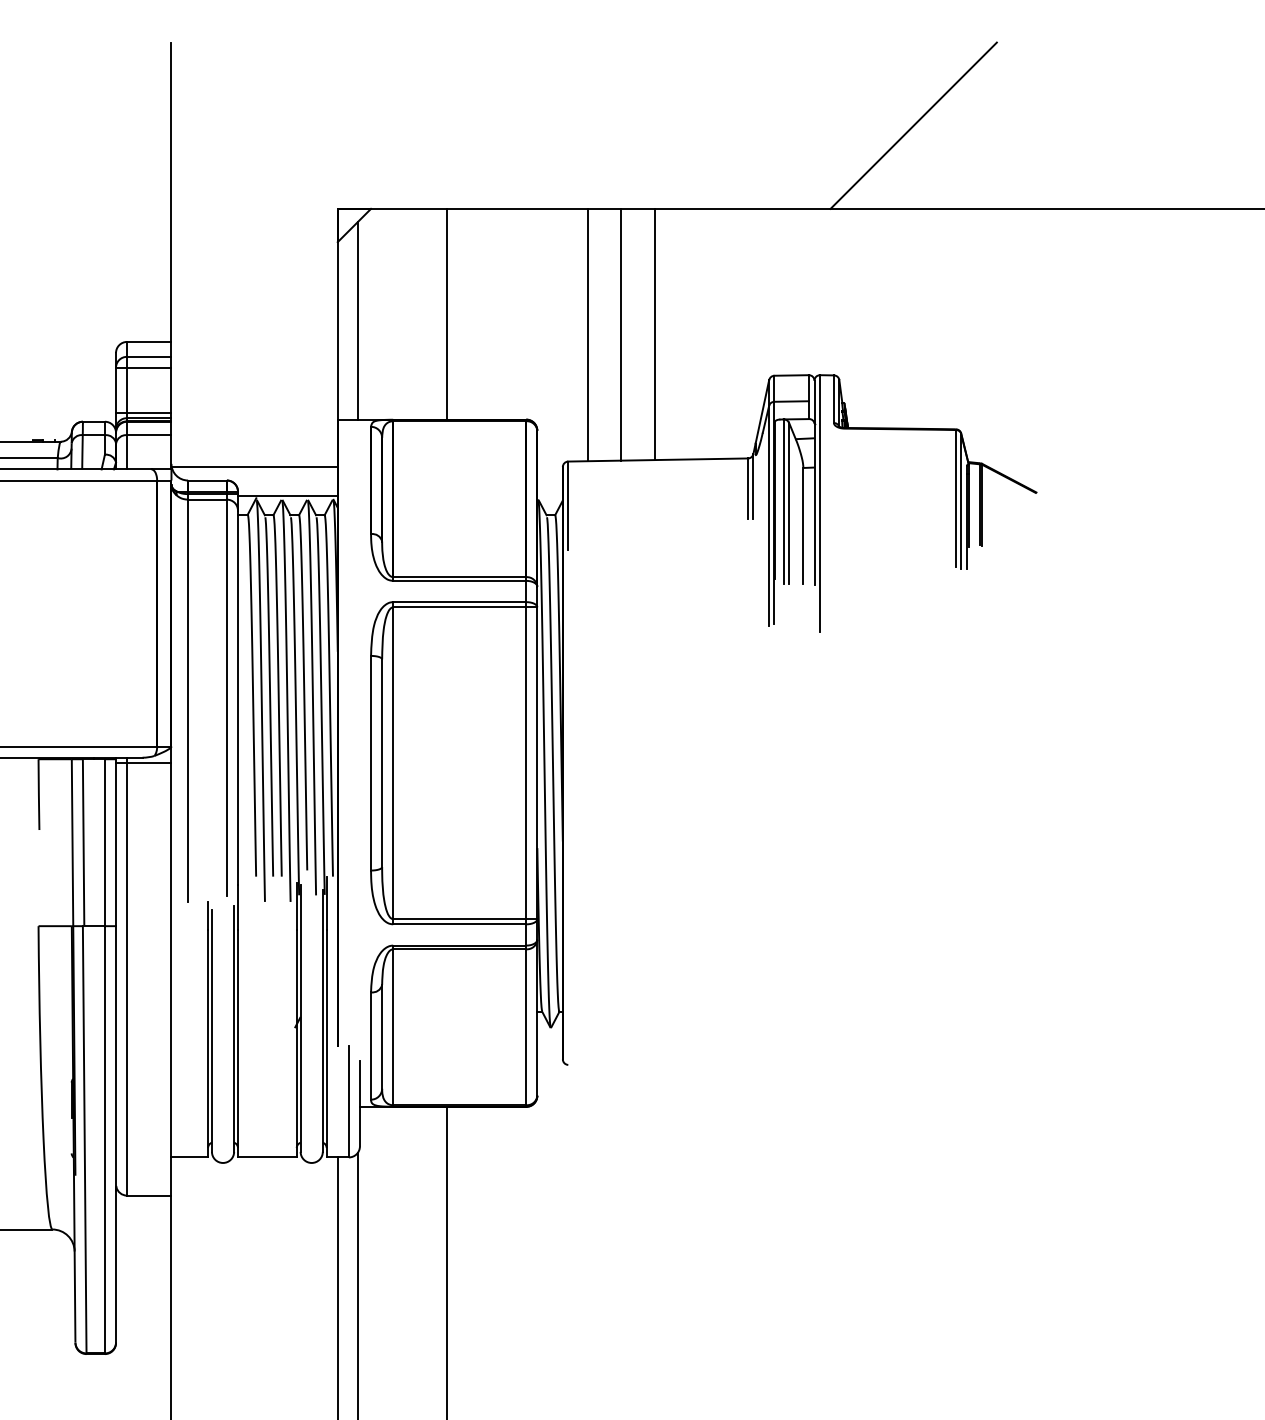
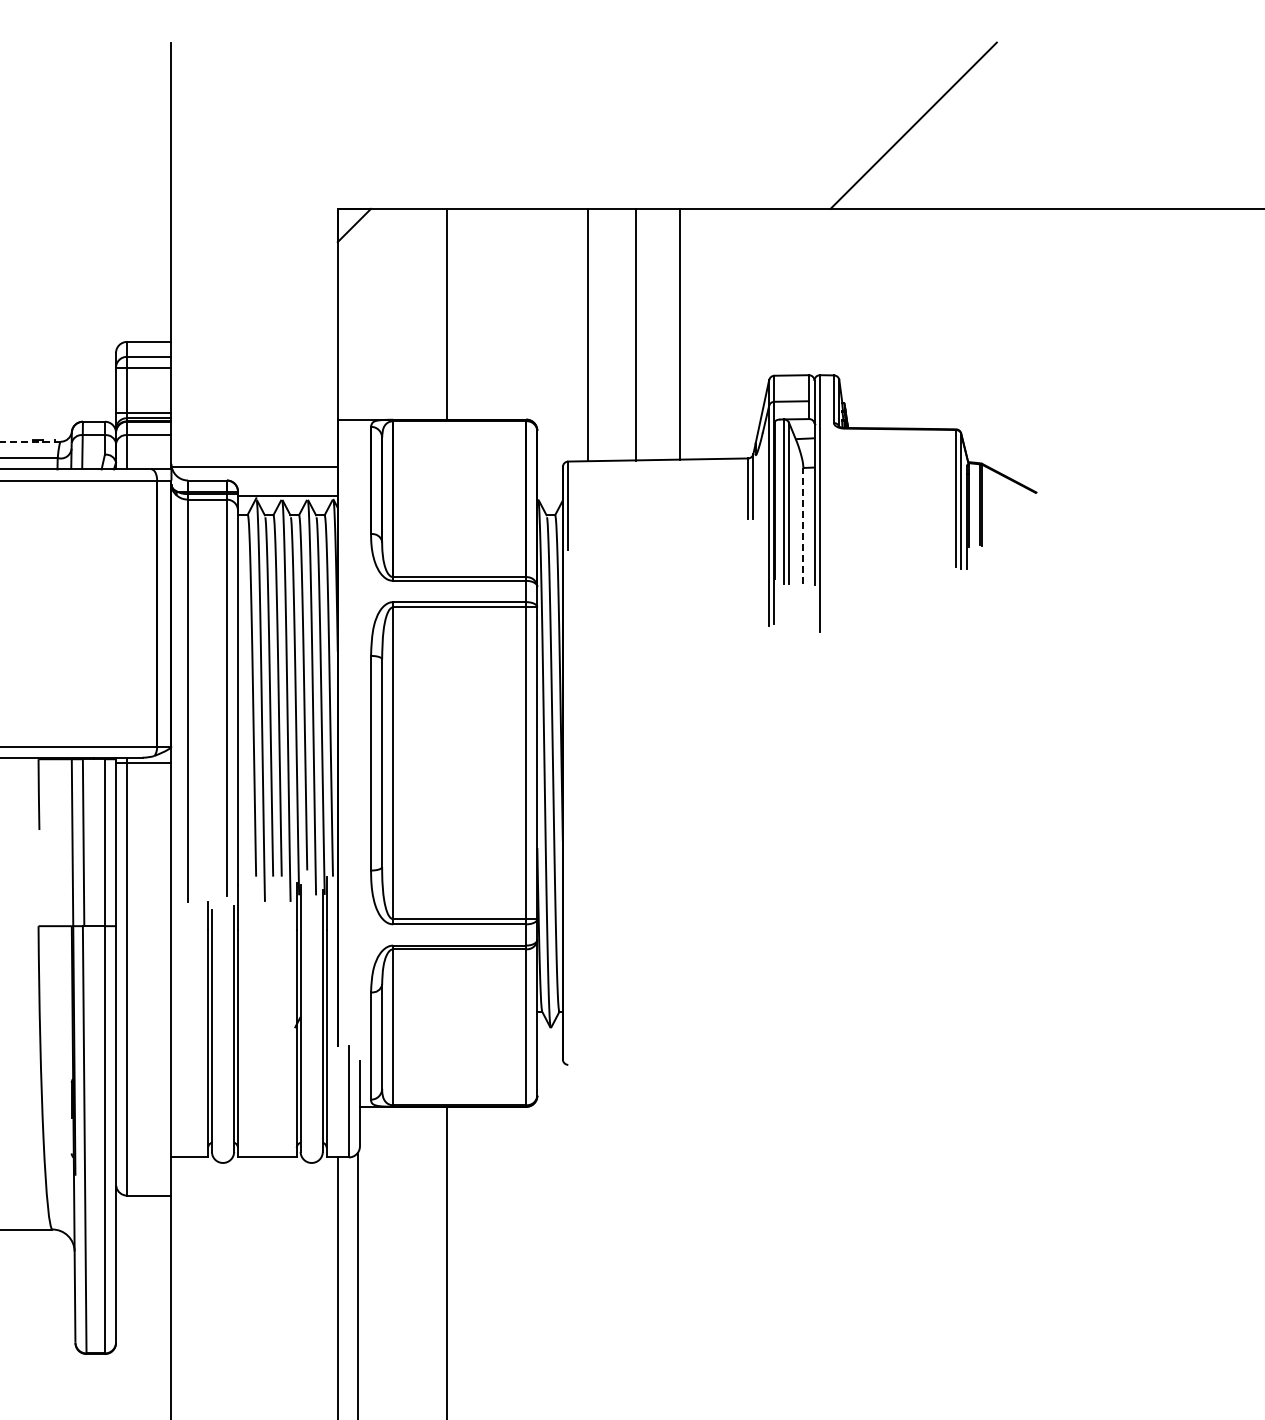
line at (357, 320): present -> none
line at (621, 334) position: (621, 334) -> (636, 334)
line at (654, 334) position: (654, 334) -> (679, 334)
line at (30, 441): solid -> dashed
line at (803, 525): solid -> dashed
